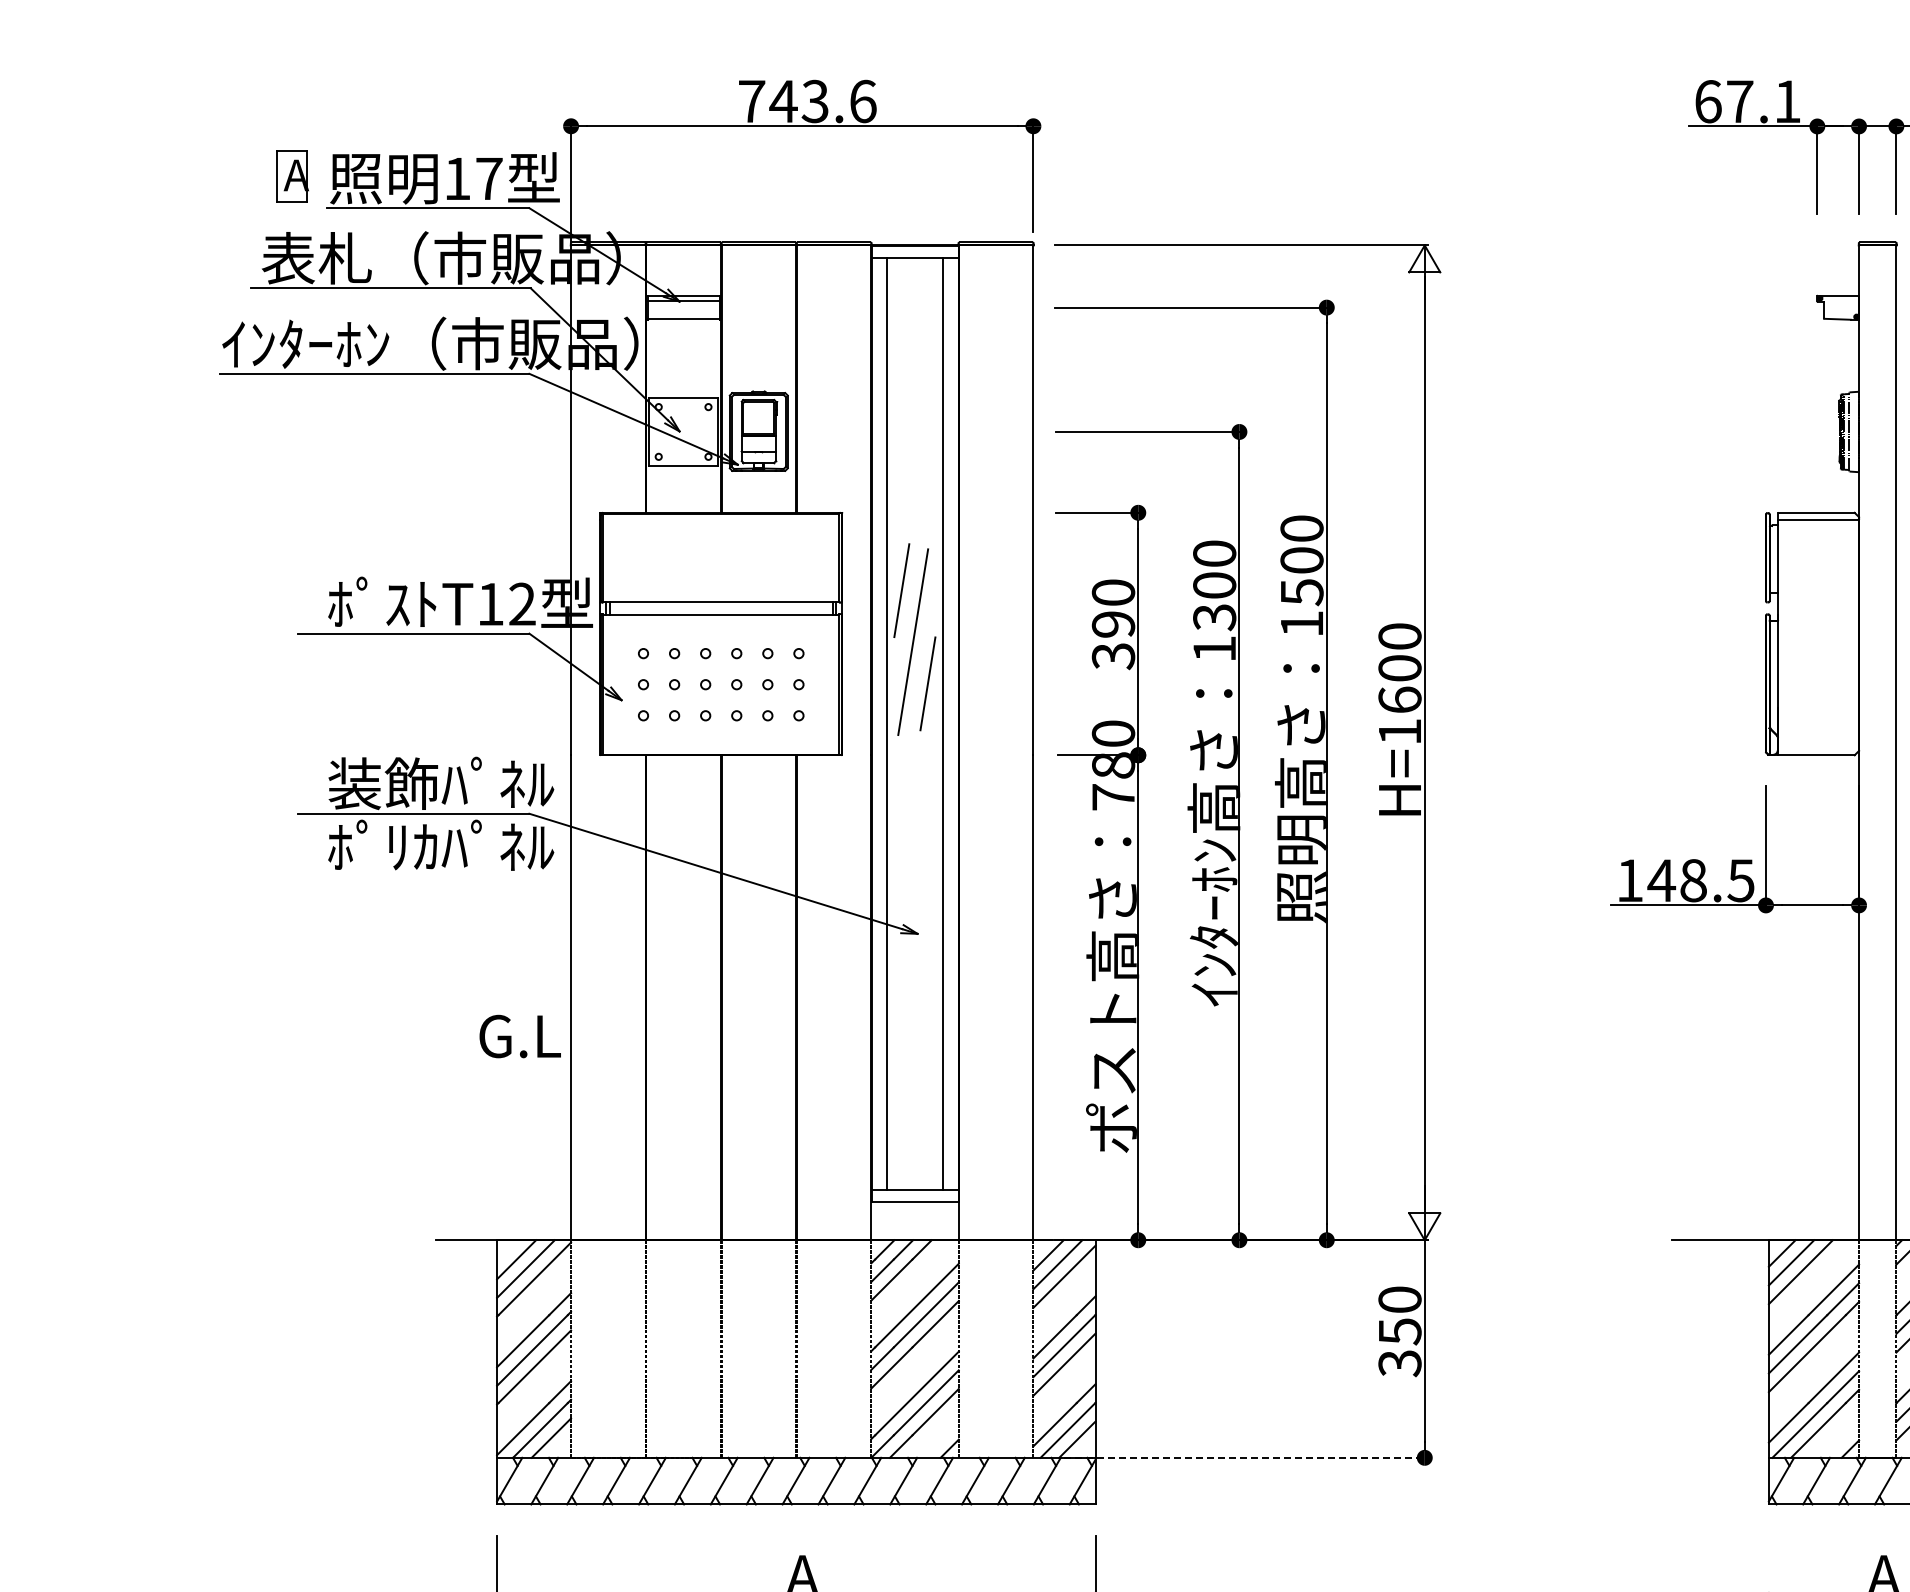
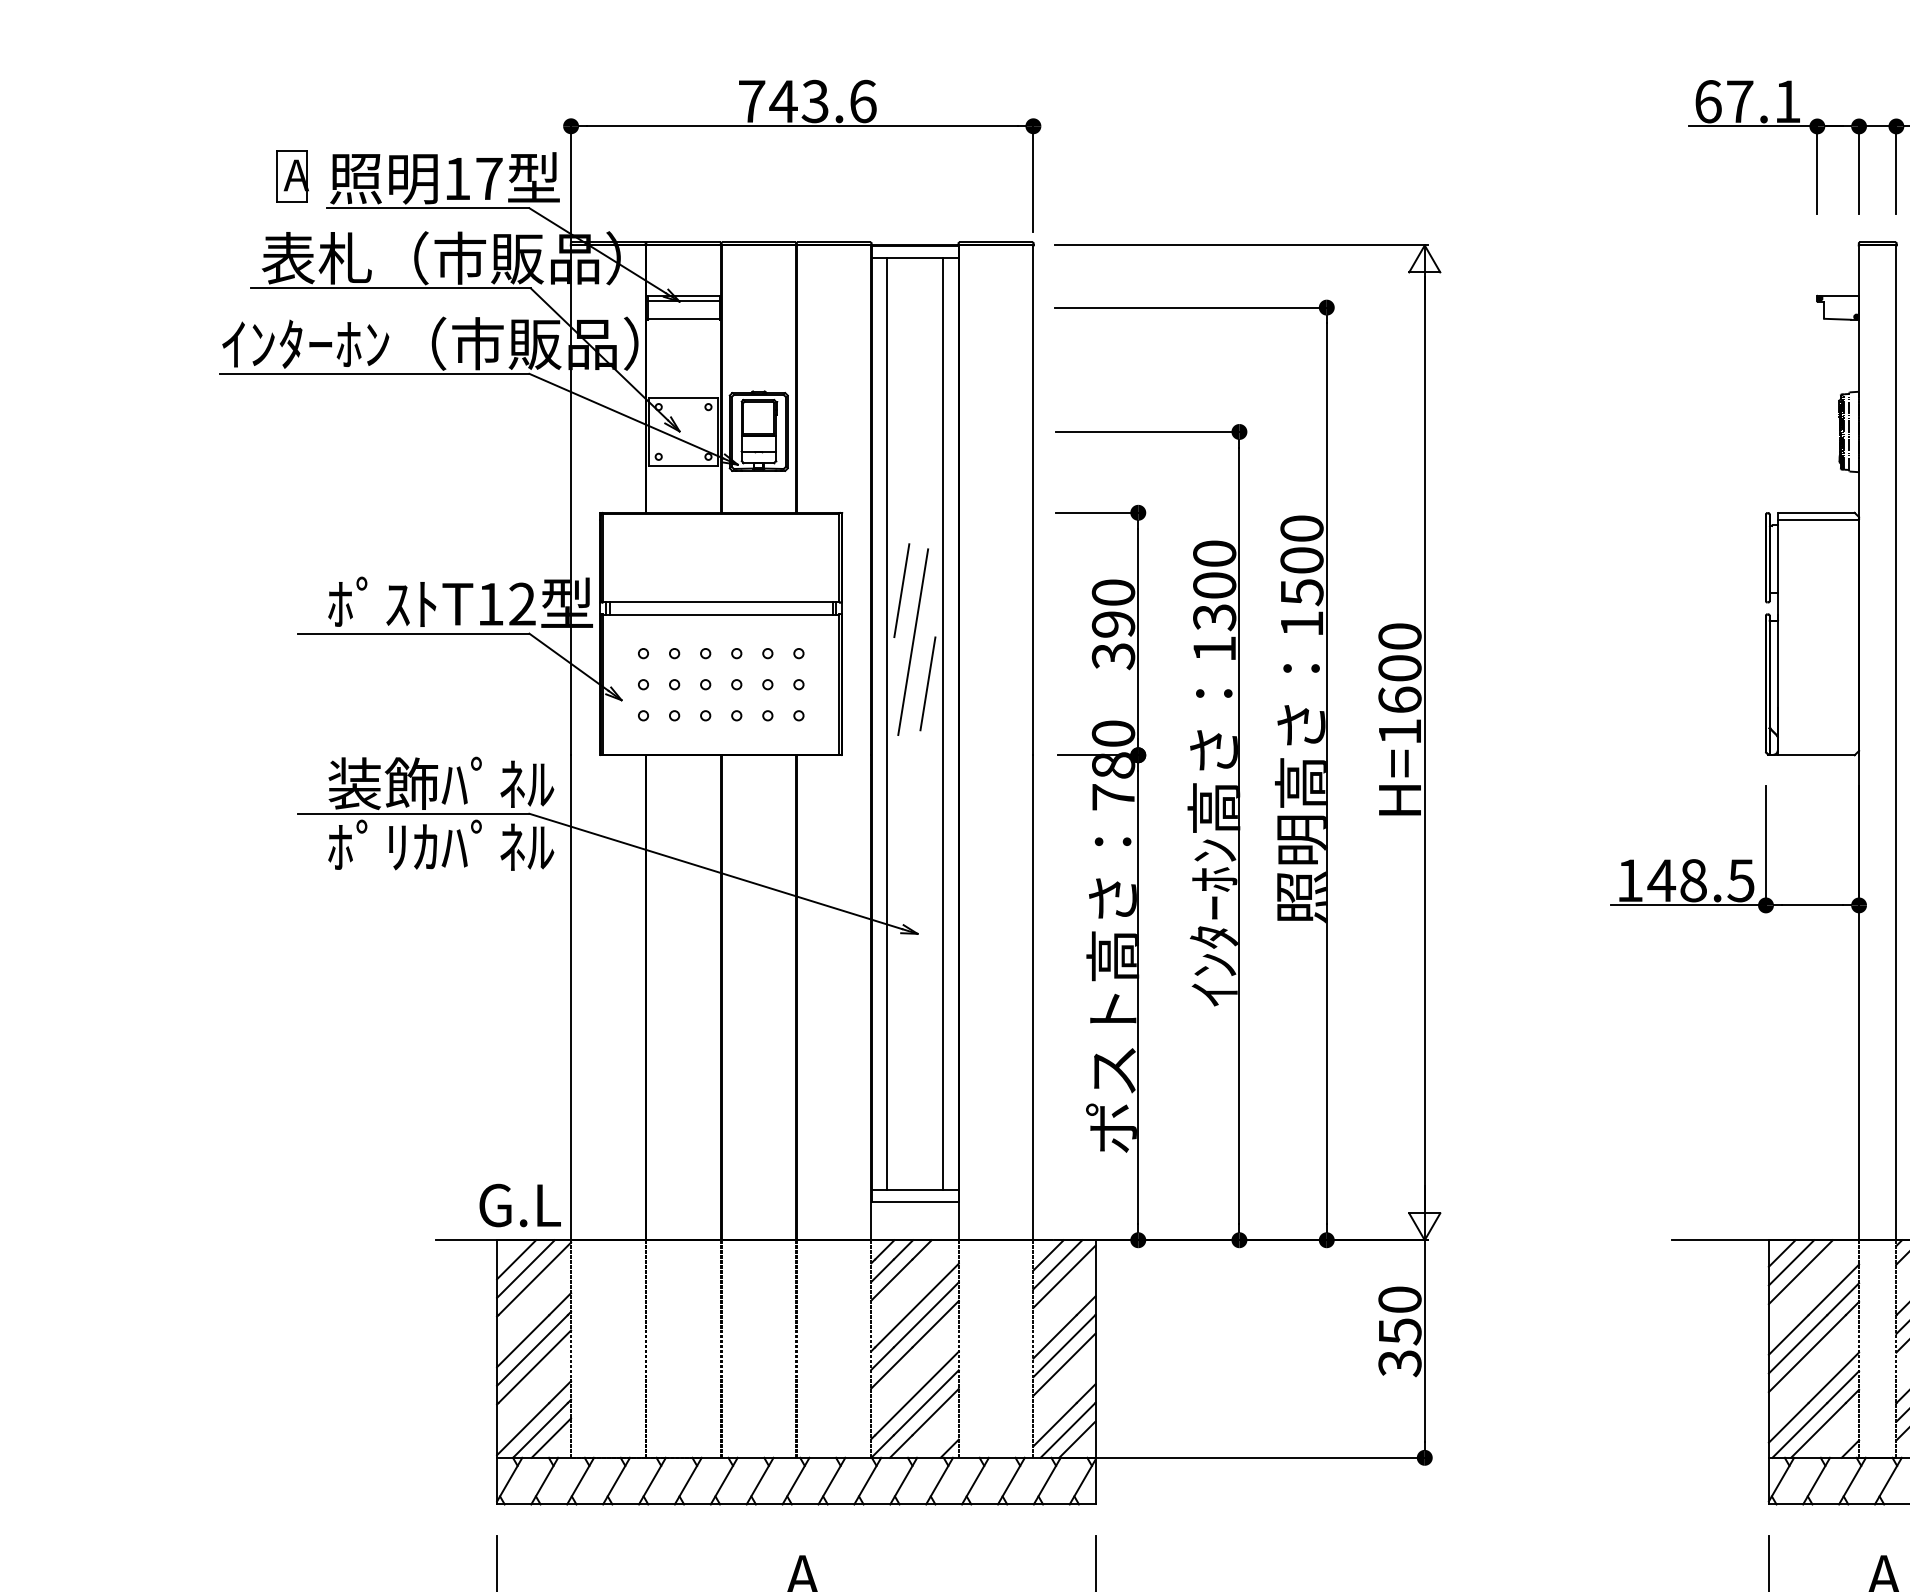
text at (519, 1036) position: (519, 1036) -> (519, 1205)
line at (1245, 1457): dashed -> solid
line at (1768, 1561): none -> present
